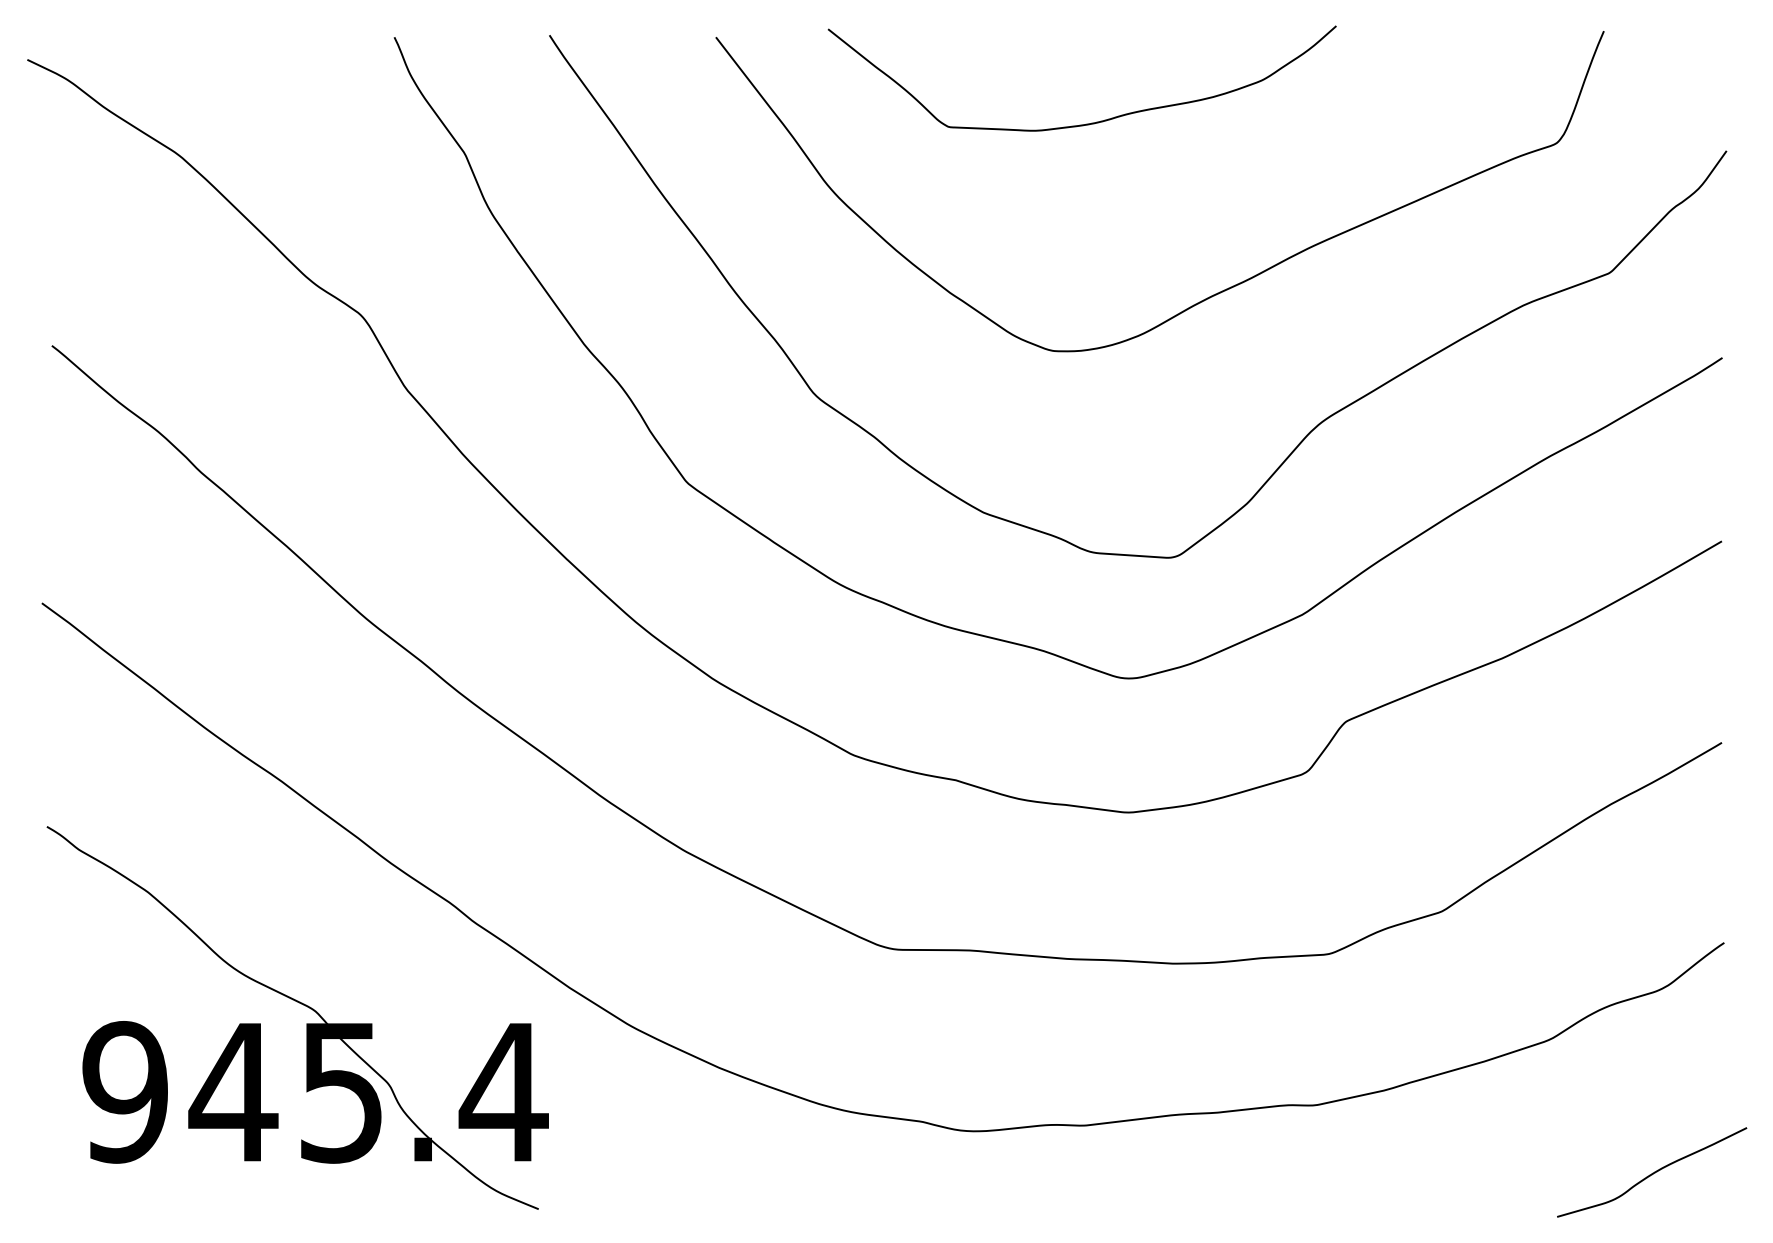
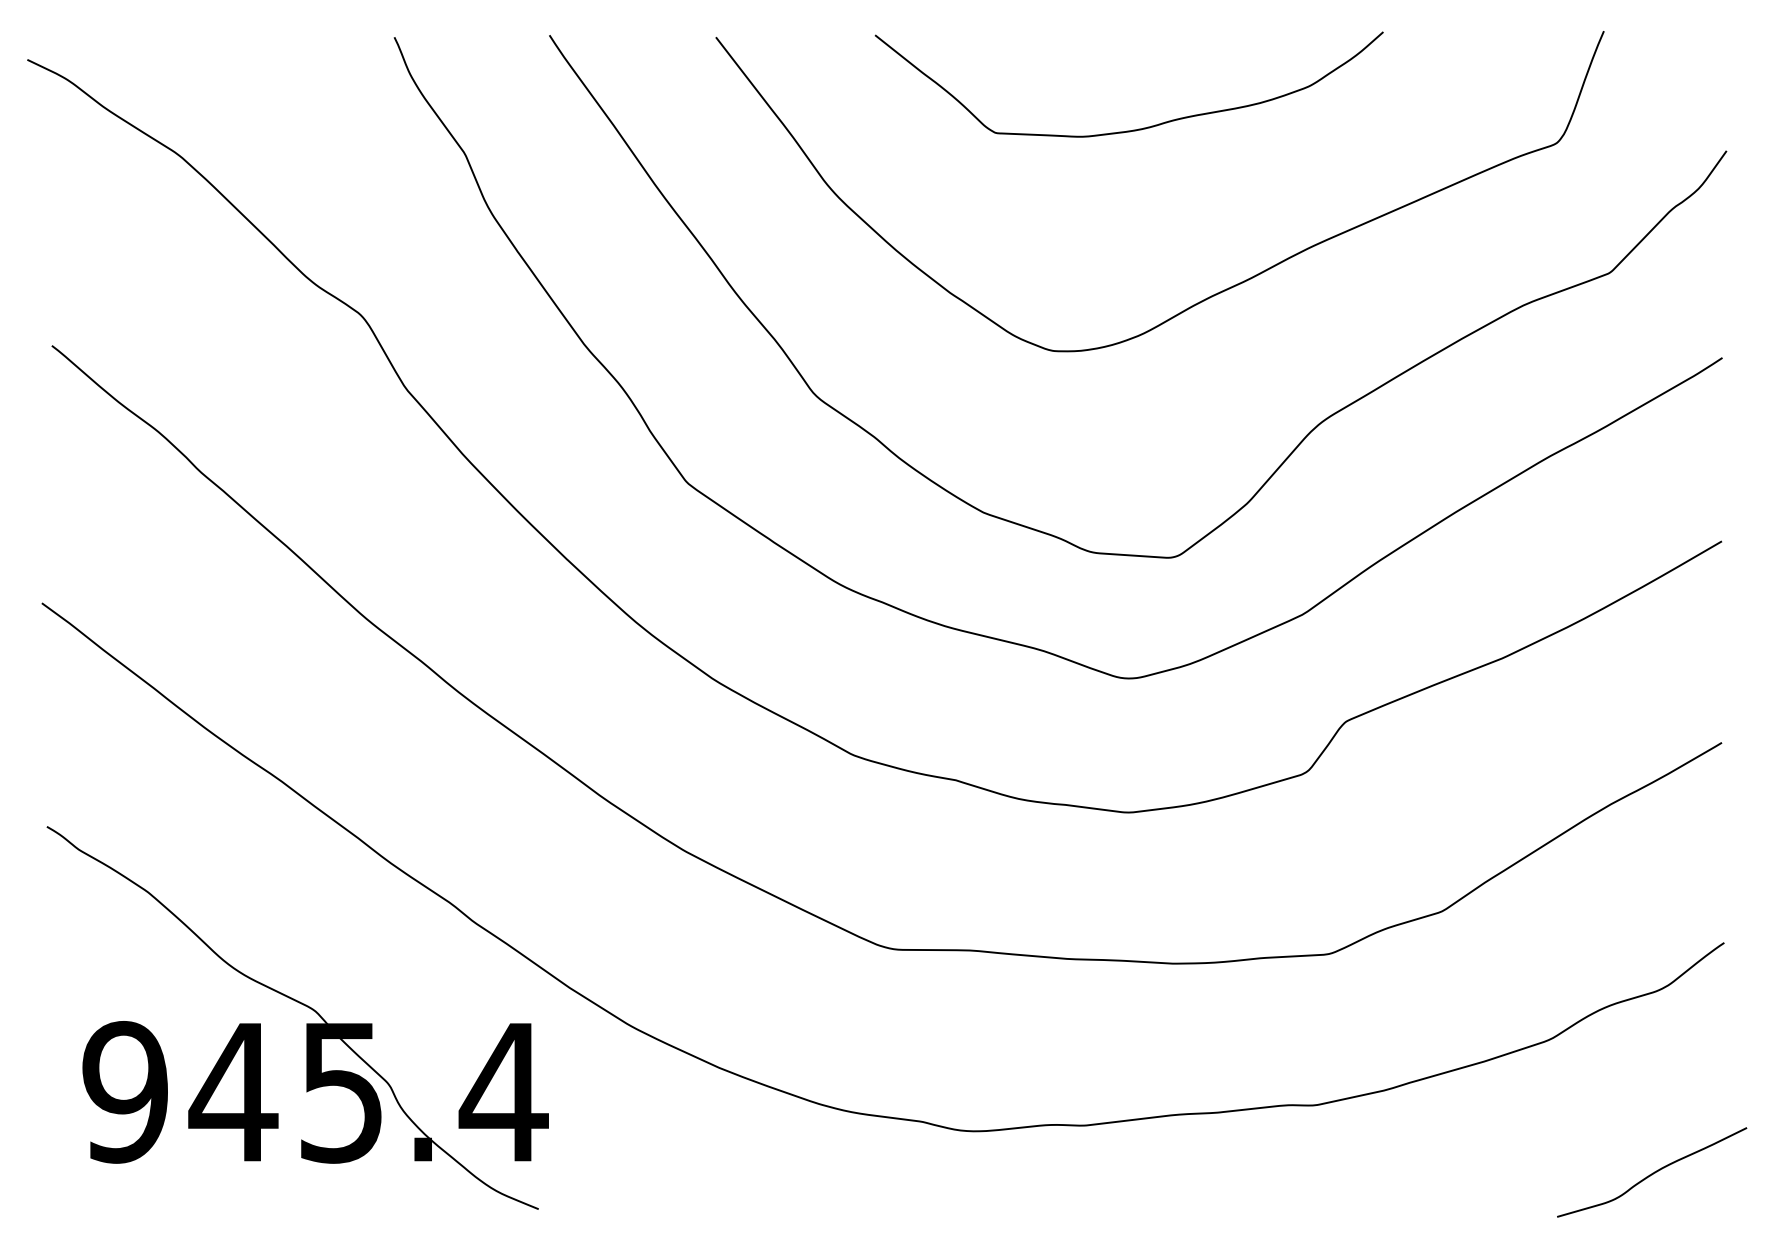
curve at (1091, 122) position: (1091, 122) -> (1138, 128)
